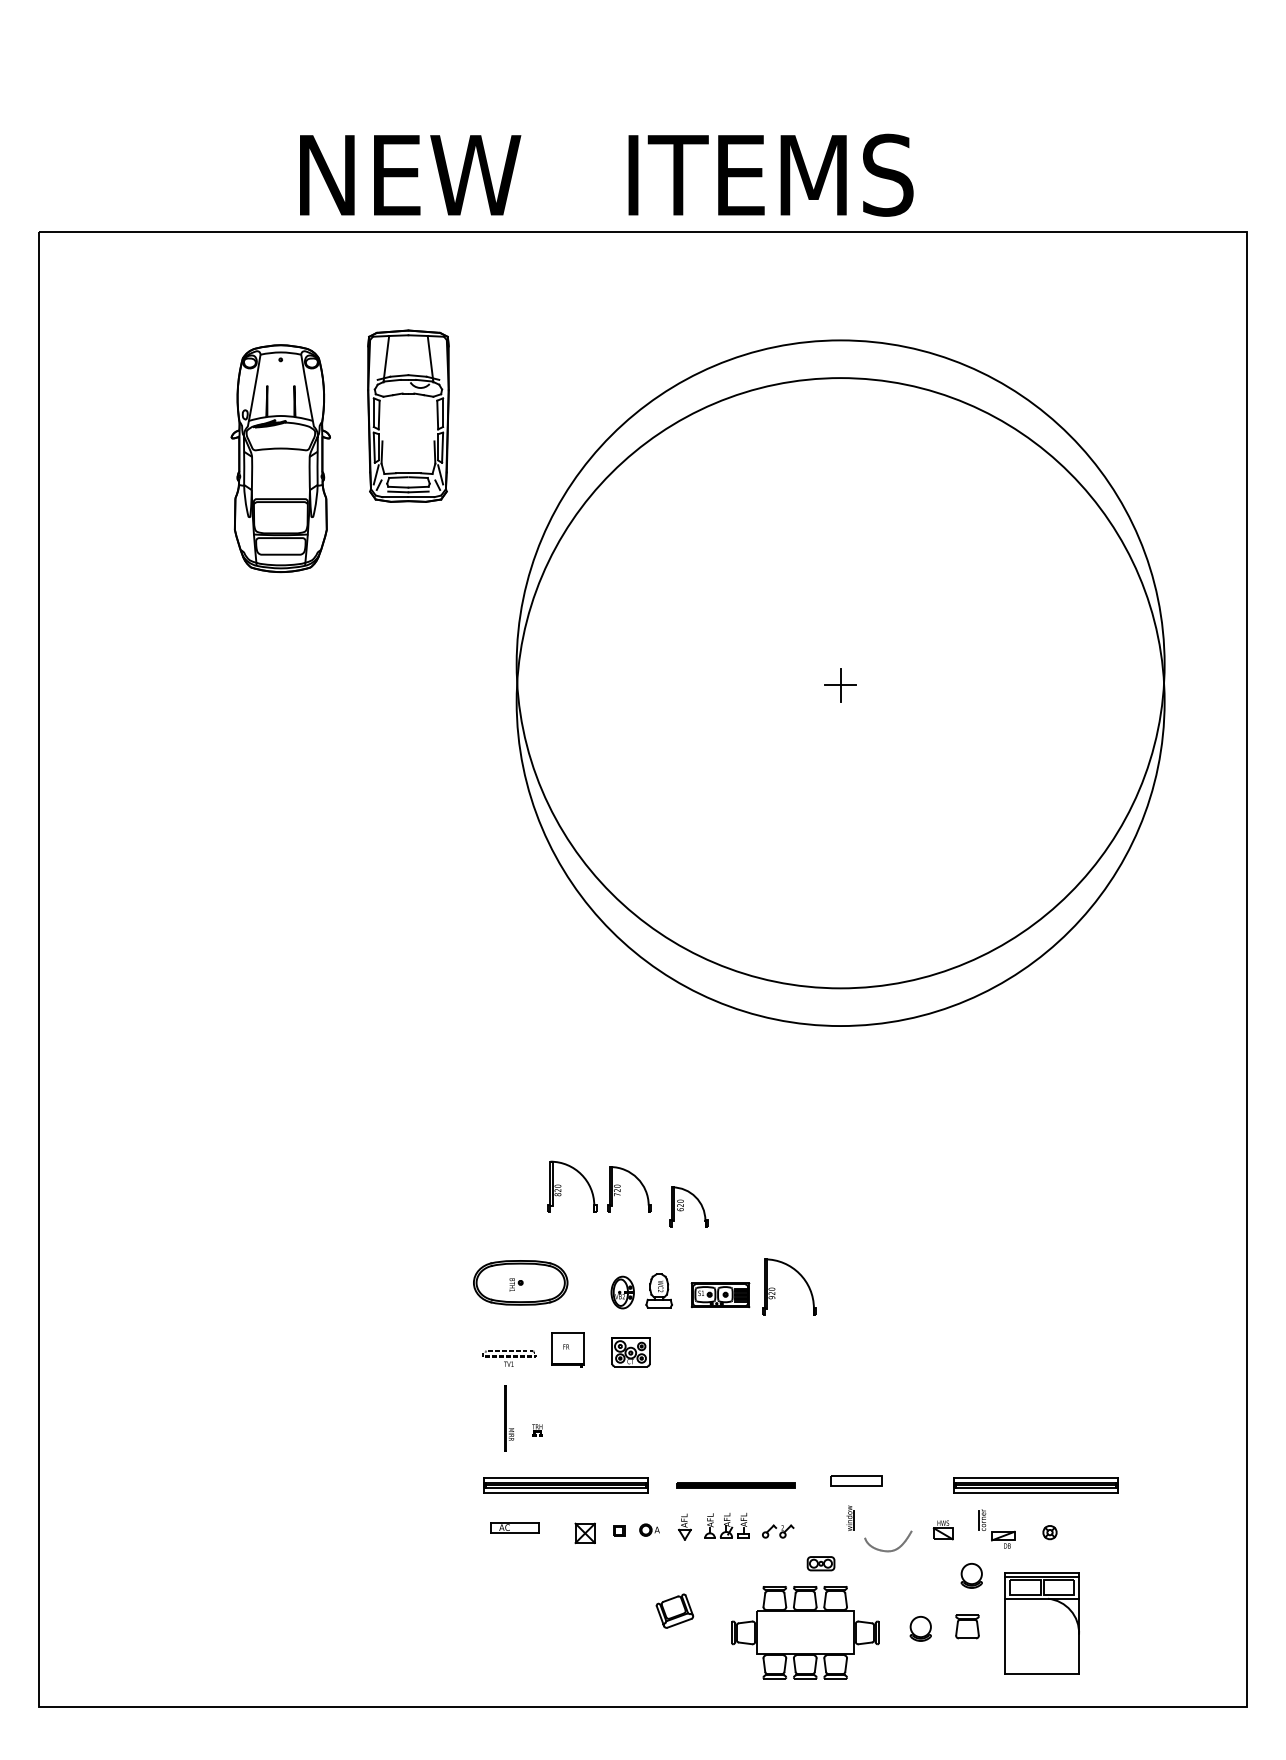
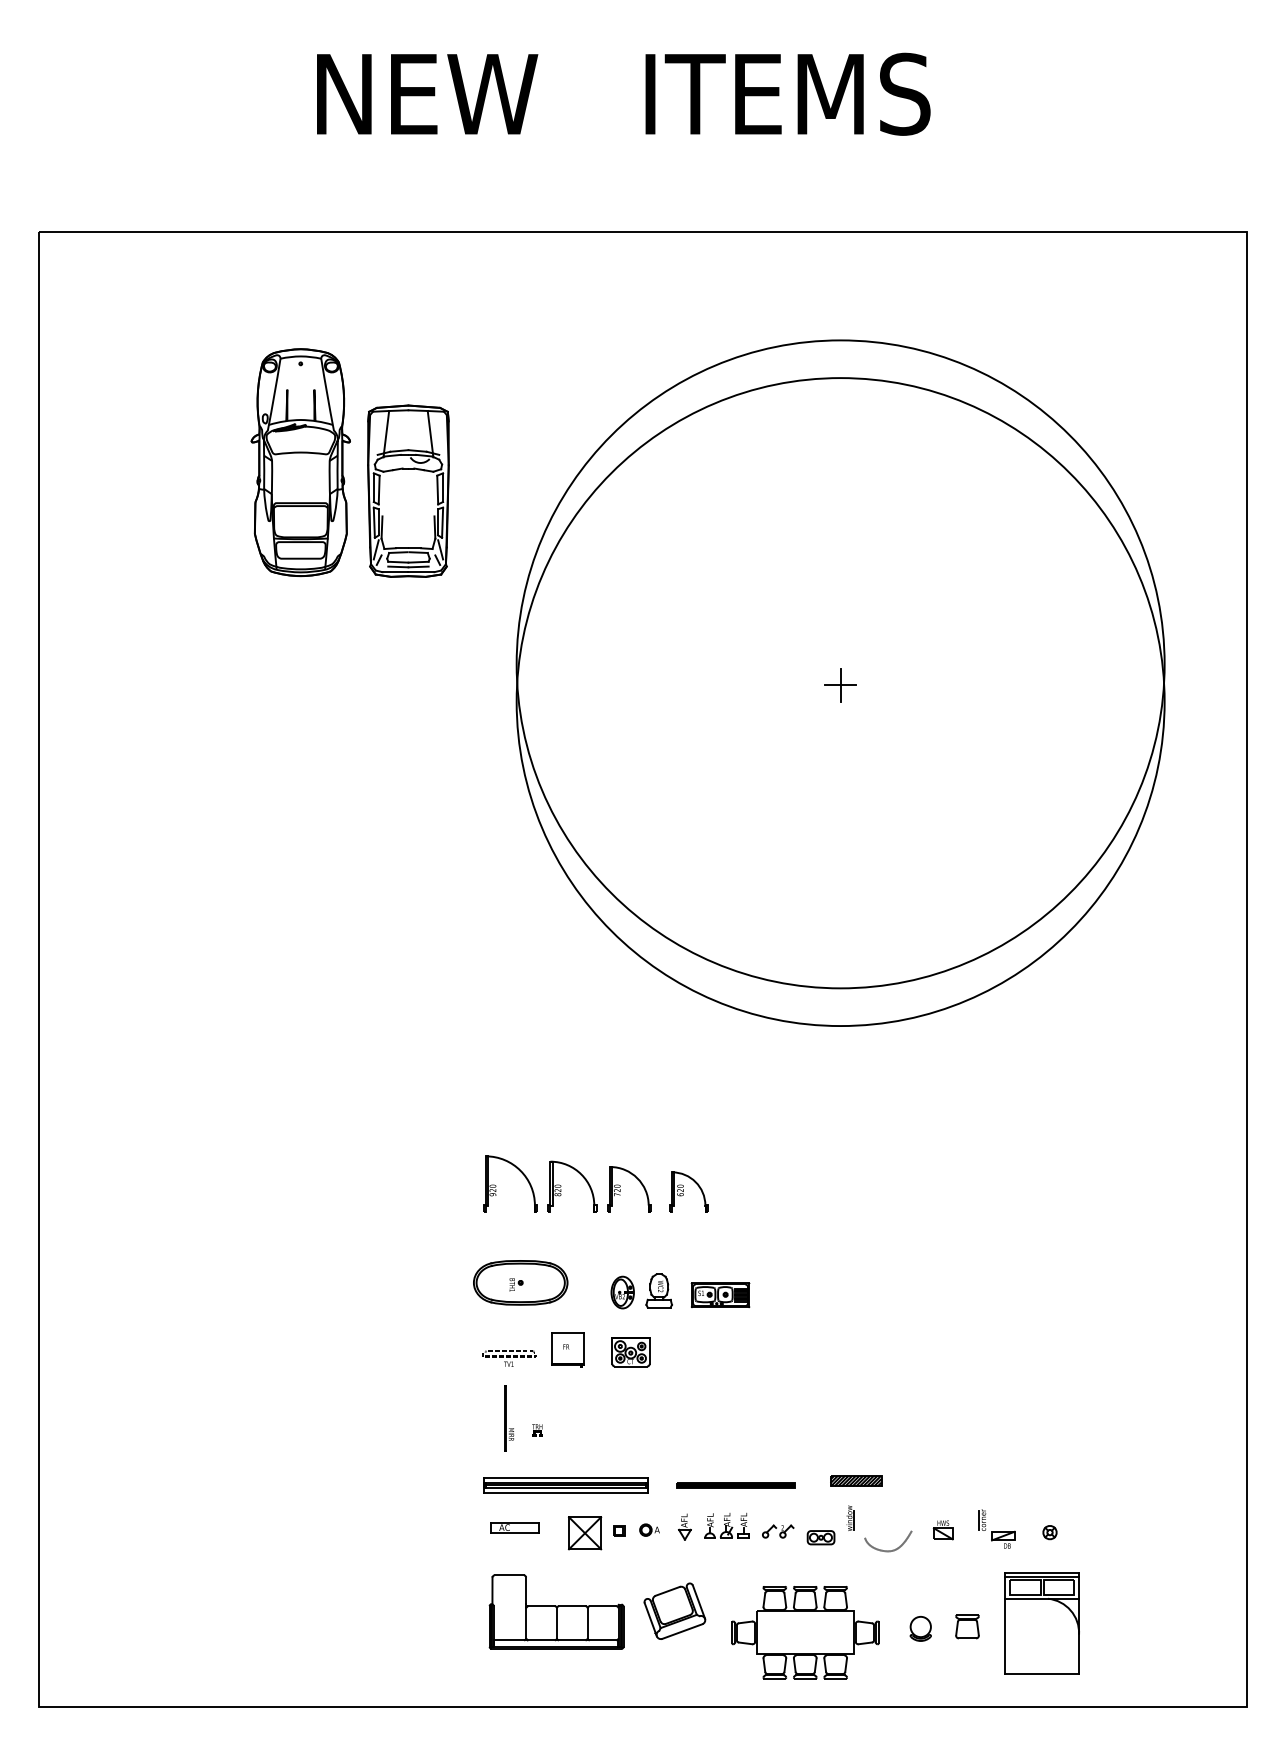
text at (606, 174) position: (606, 174) -> (623, 93)
part at (408, 415) position: (408, 415) -> (408, 490)
part at (280, 458) position: (280, 458) -> (300, 462)
part at (688, 1206) position: (688, 1206) -> (688, 1191)
part at (775, 1288) position: (775, 1288) -> (496, 1185)
hatch at (855, 1481): none -> present
part at (1035, 1485): present -> none
part at (584, 1533) size: 22x23 px -> 35x35 px
part at (820, 1563) position: (820, 1563) -> (820, 1537)
part at (971, 1575): present -> none
part at (674, 1610) size: 40x36 px -> 64x58 px
part at (556, 1611): none -> present
